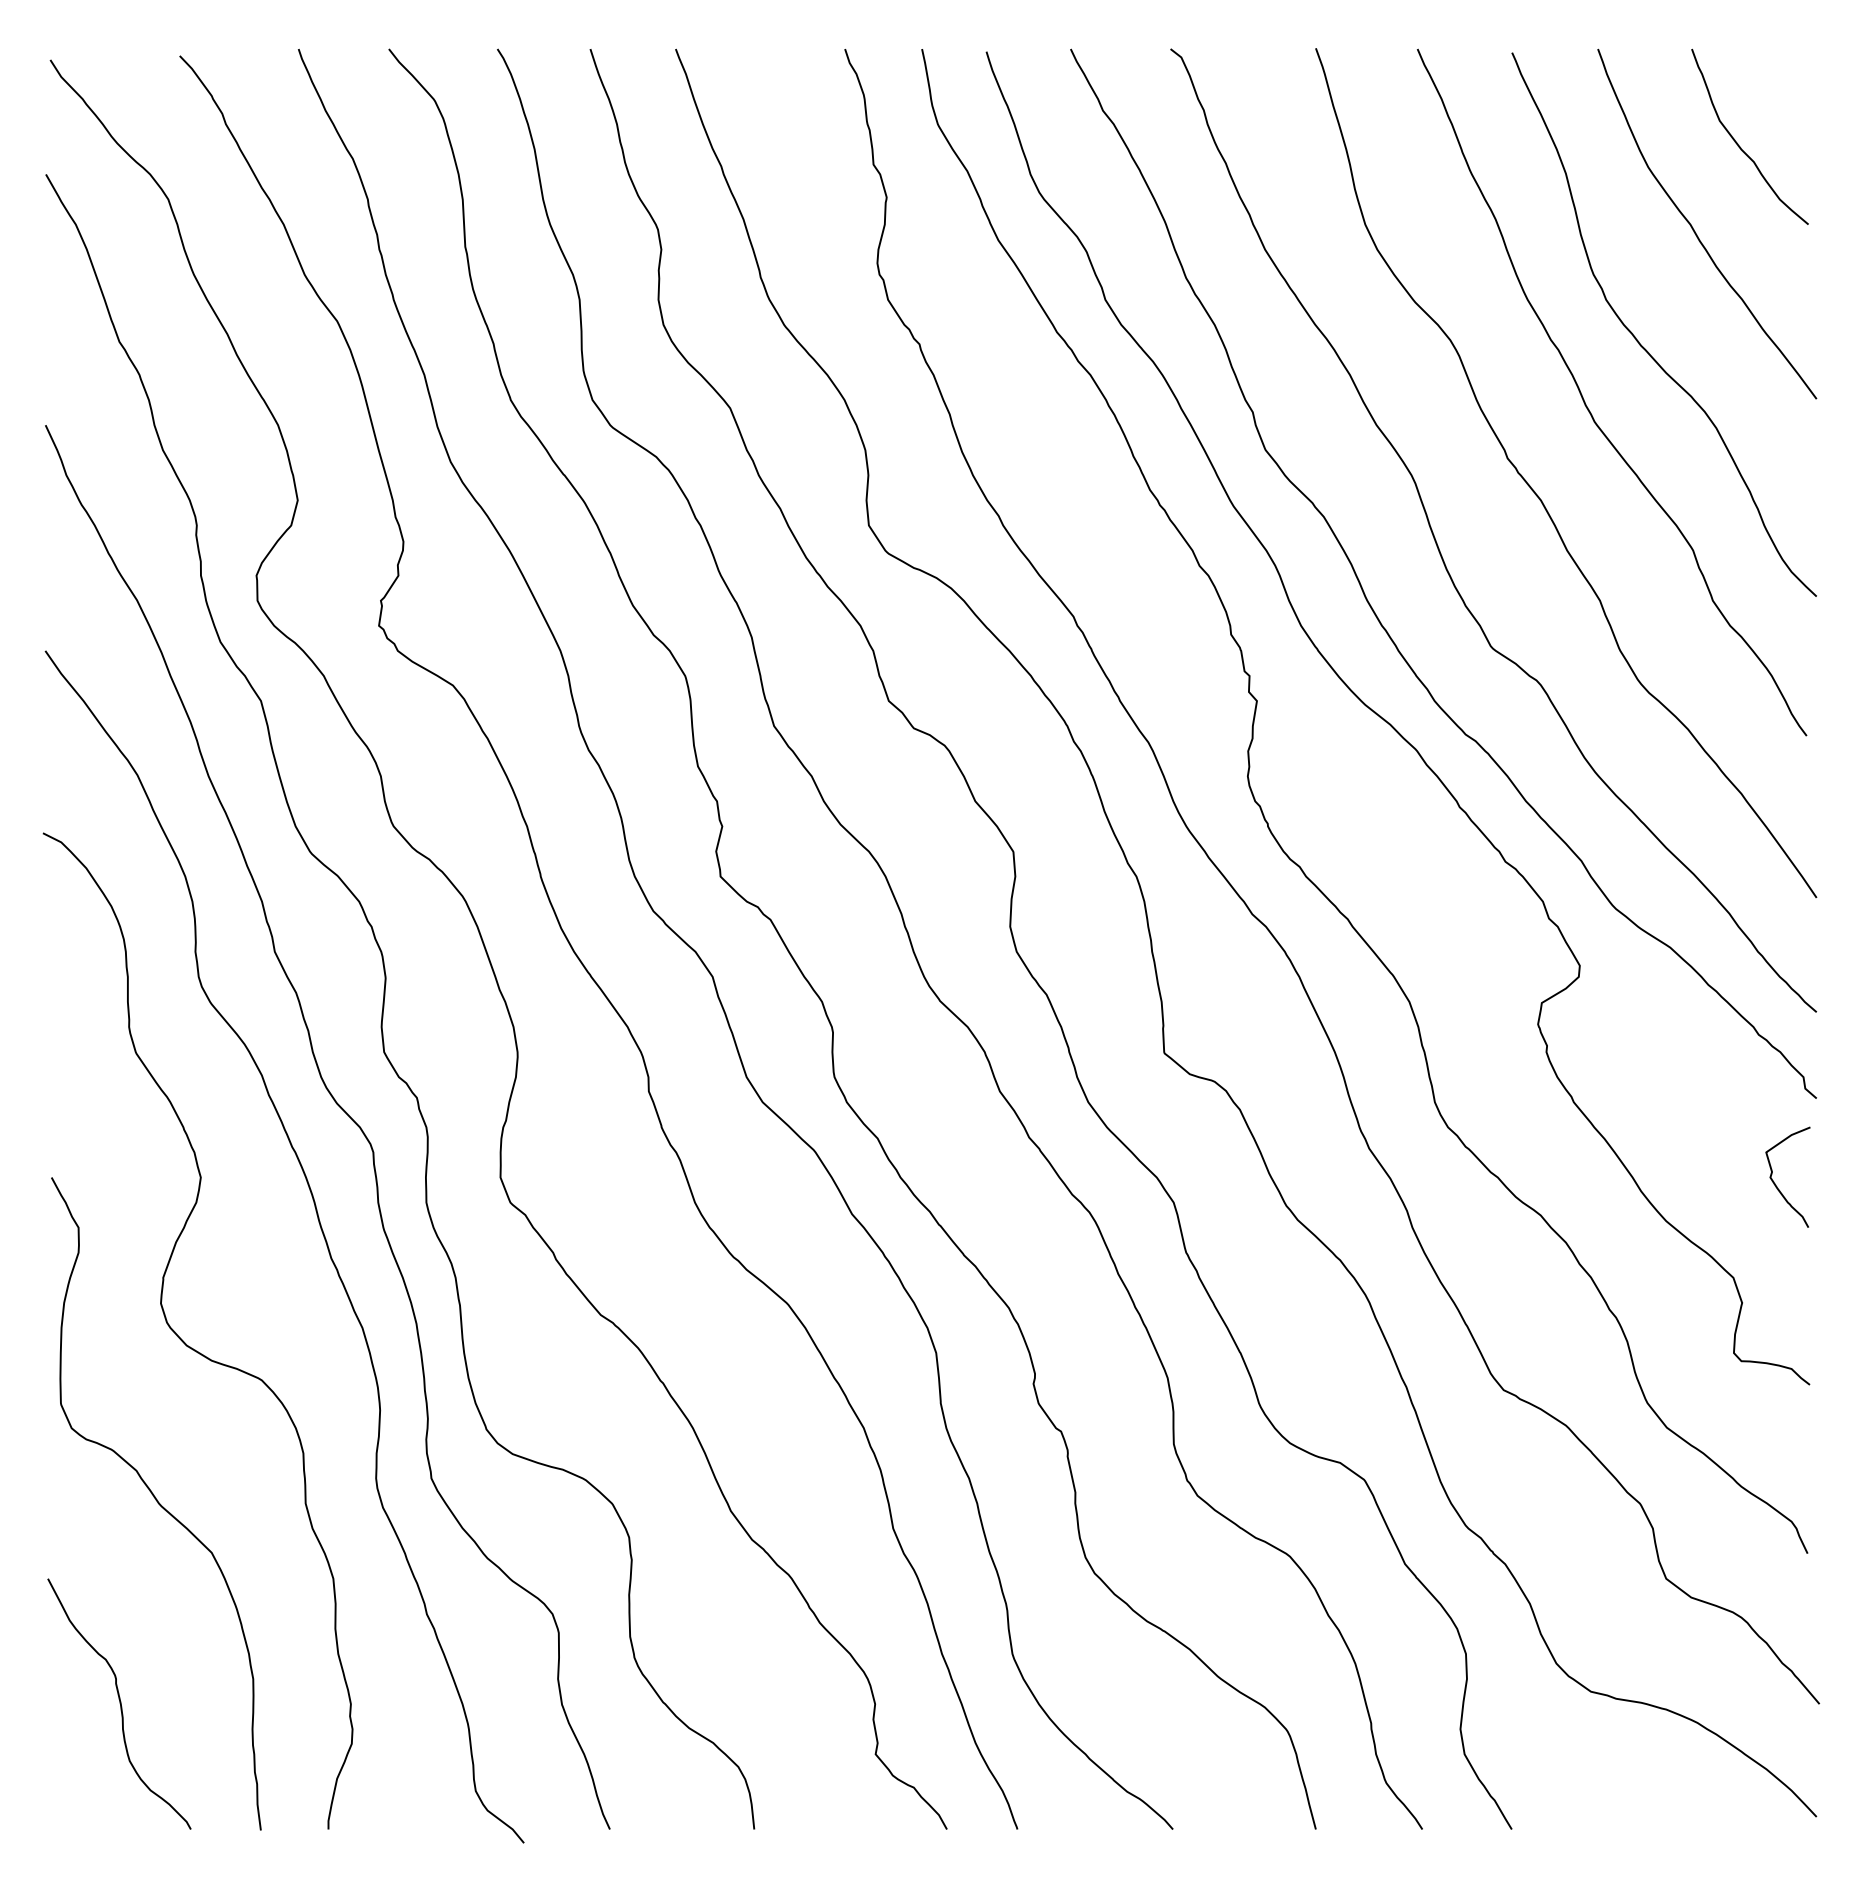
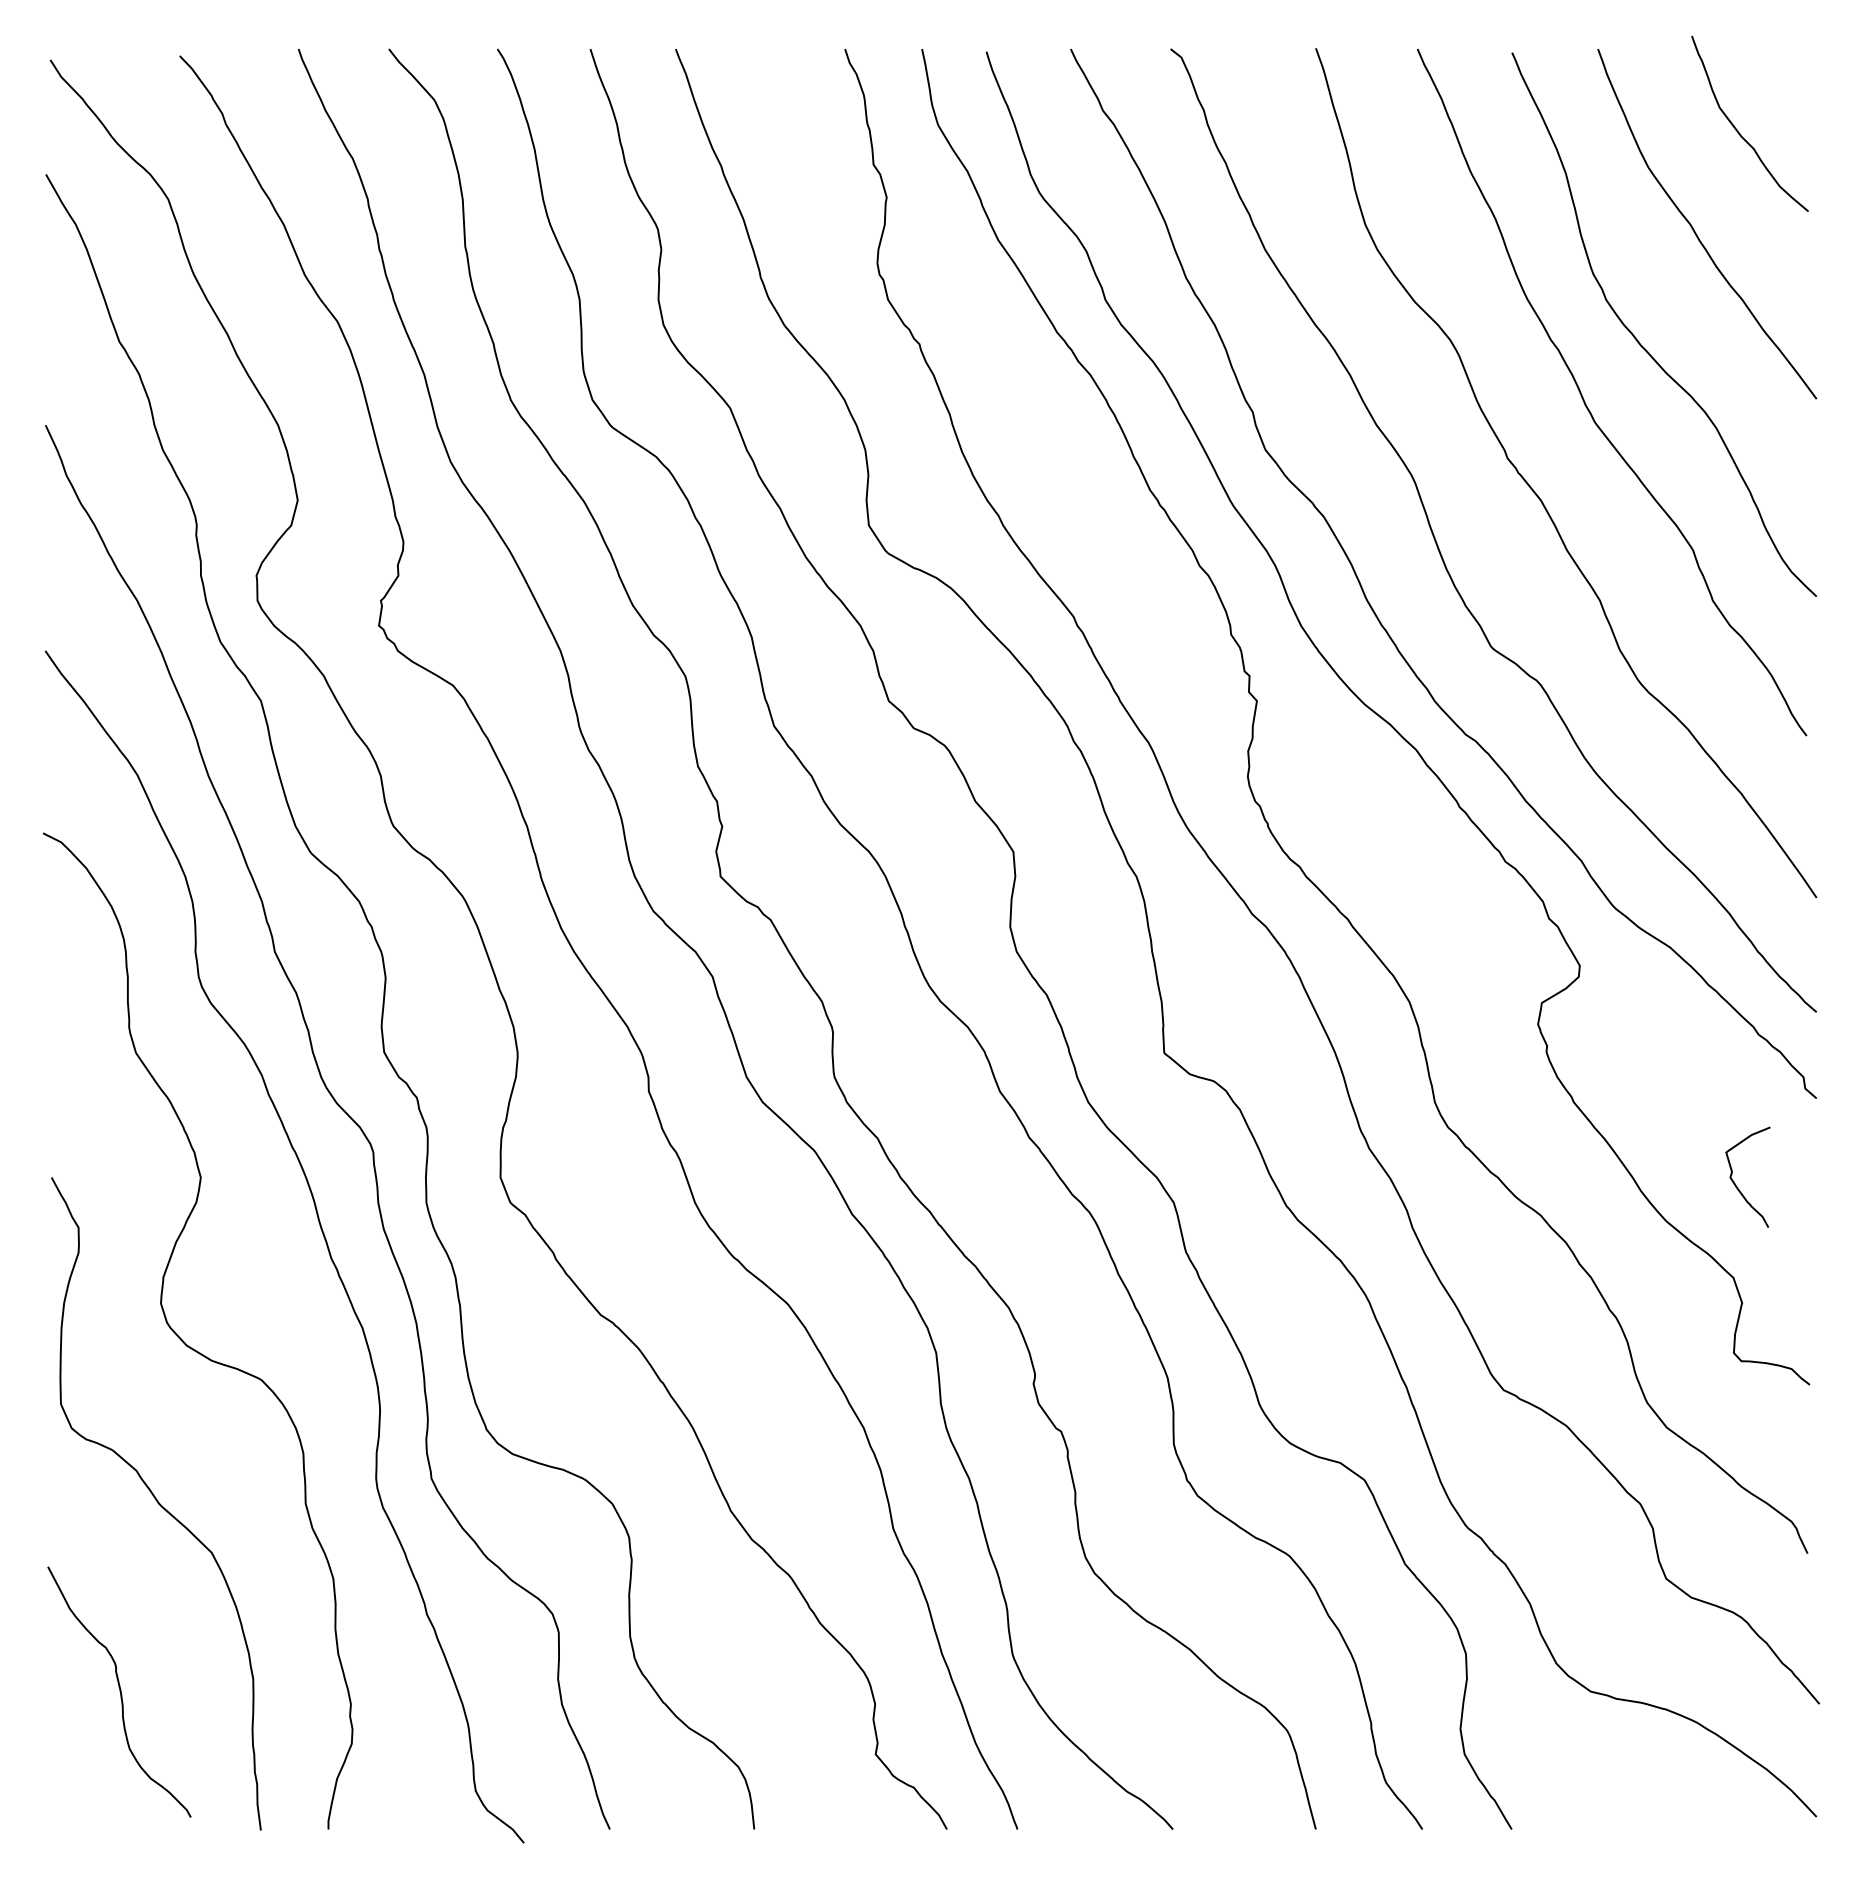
curve at (1738, 143) position: (1738, 143) -> (1738, 130)
curve at (1775, 1183) position: (1775, 1183) -> (1735, 1183)
curve at (119, 1703) position: (119, 1703) -> (119, 1691)
